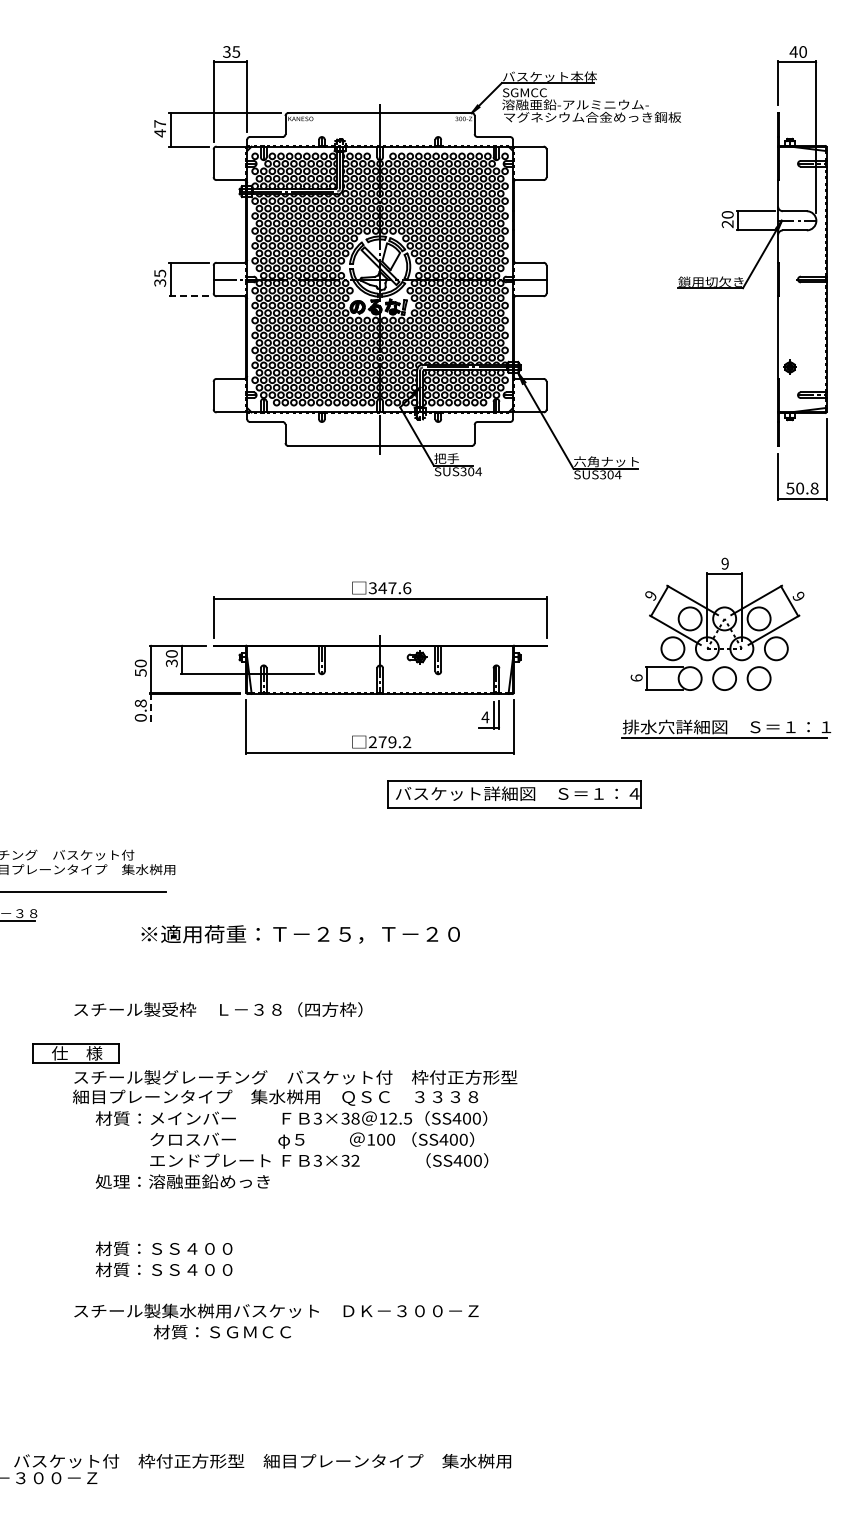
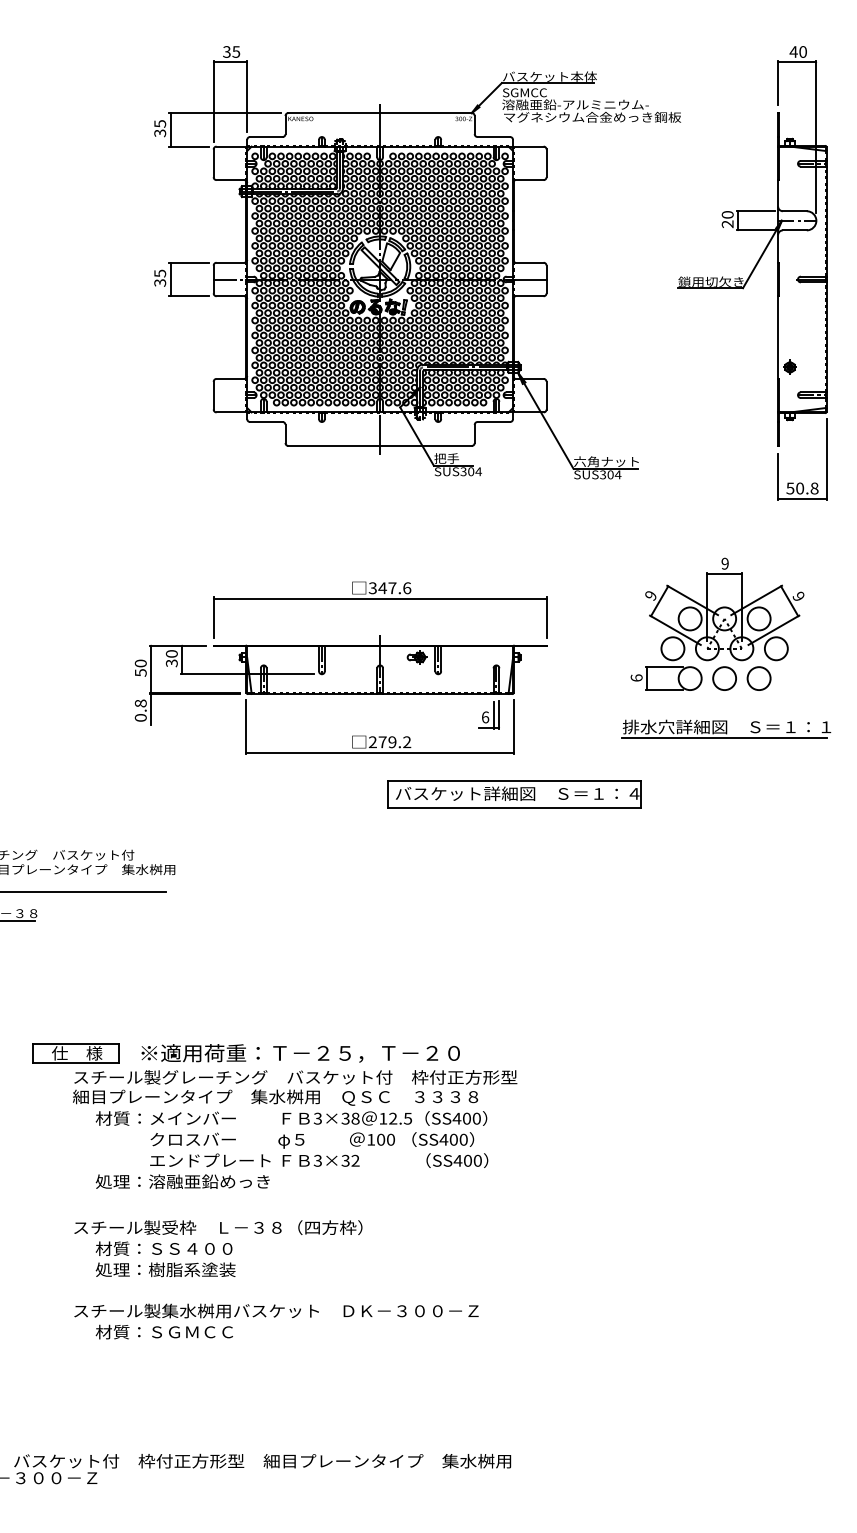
text at (160, 128): 47 -> 35
line at (189, 296): dashed -> solid
line at (151, 709): dashed -> solid
text at (485, 717): 4 -> 6
text at (300, 934) position: (300, 934) -> (300, 1053)
text at (218, 1009) position: (218, 1009) -> (218, 1227)
text at (165, 1269): 材質：ＳＳ４００ -> 処理：樹脂系塗装
text at (221, 1331) position: (221, 1331) -> (163, 1331)
